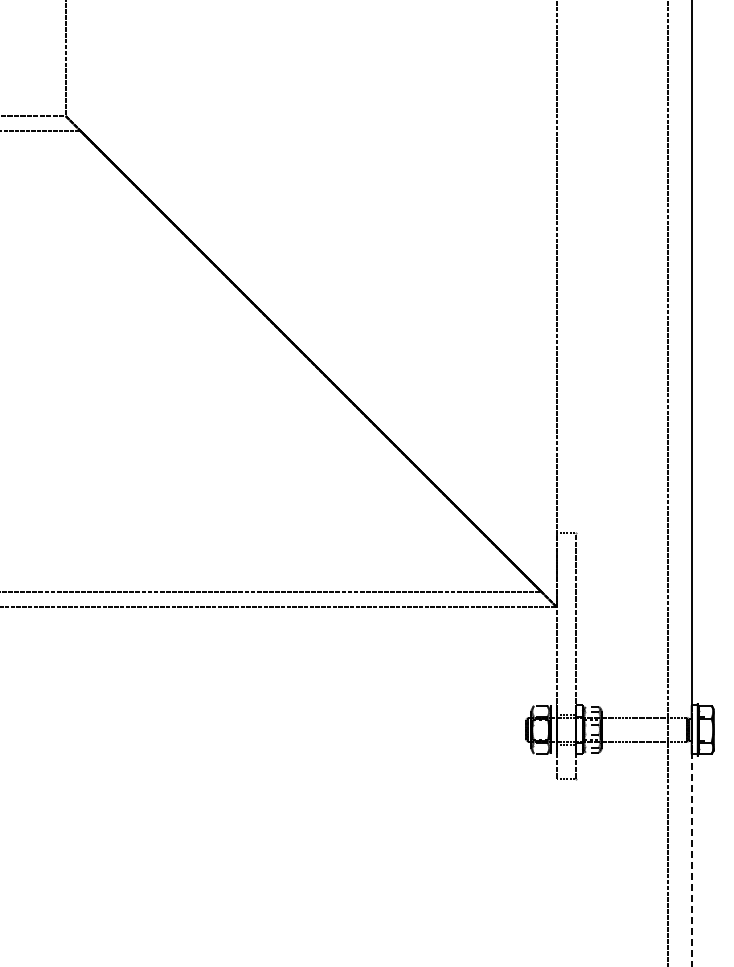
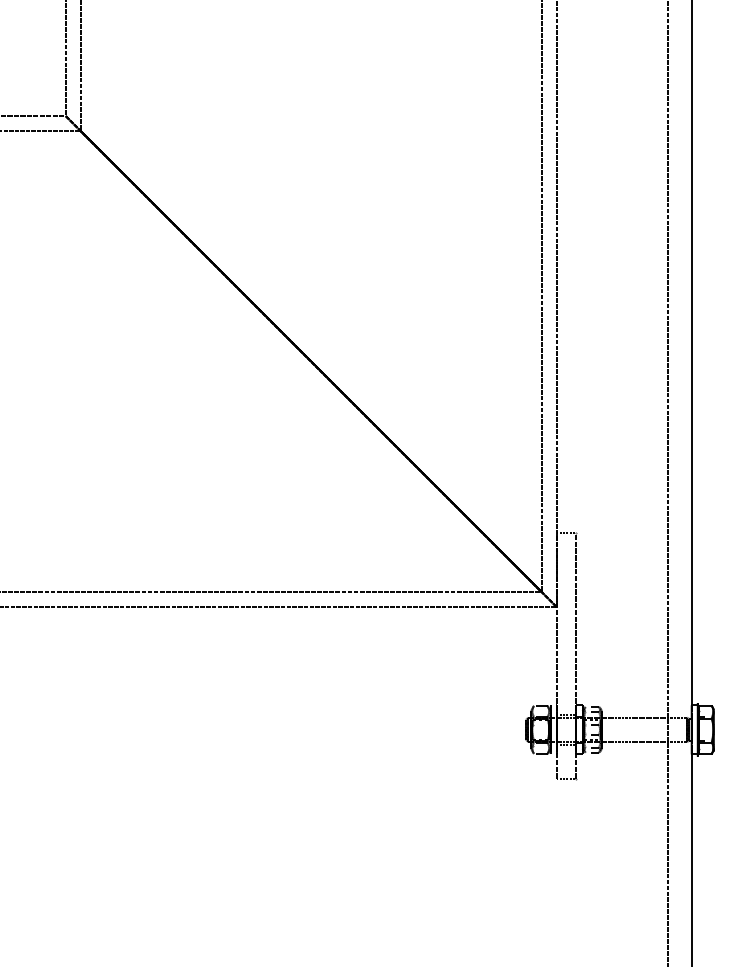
line at (80, 66): none -> present
line at (541, 296): none -> present
line at (691, 860): dashed -> solid
